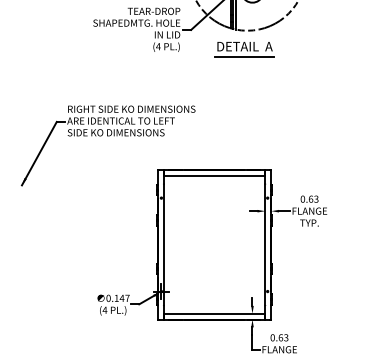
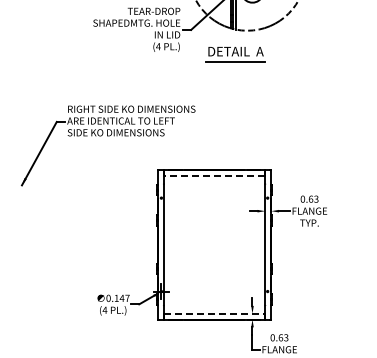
part at (244, 49) position: (244, 49) -> (235, 54)
line at (214, 175): solid -> dashed
line at (215, 313): solid -> dashed
